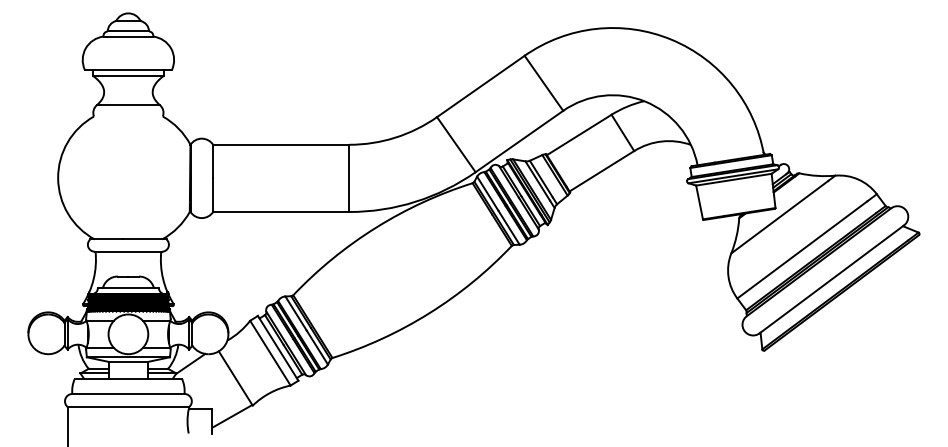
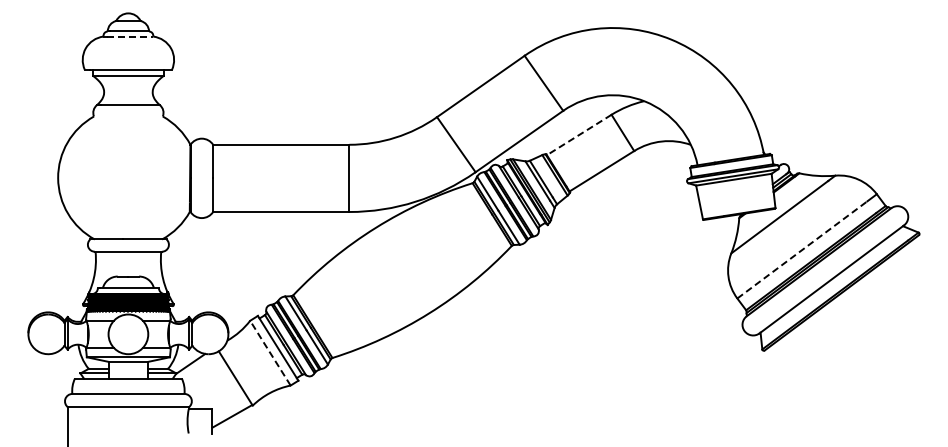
line at (130, 36): solid -> dashed
line at (578, 135): solid -> dashed
line at (802, 249): solid -> dashed
line at (270, 352): solid -> dashed
